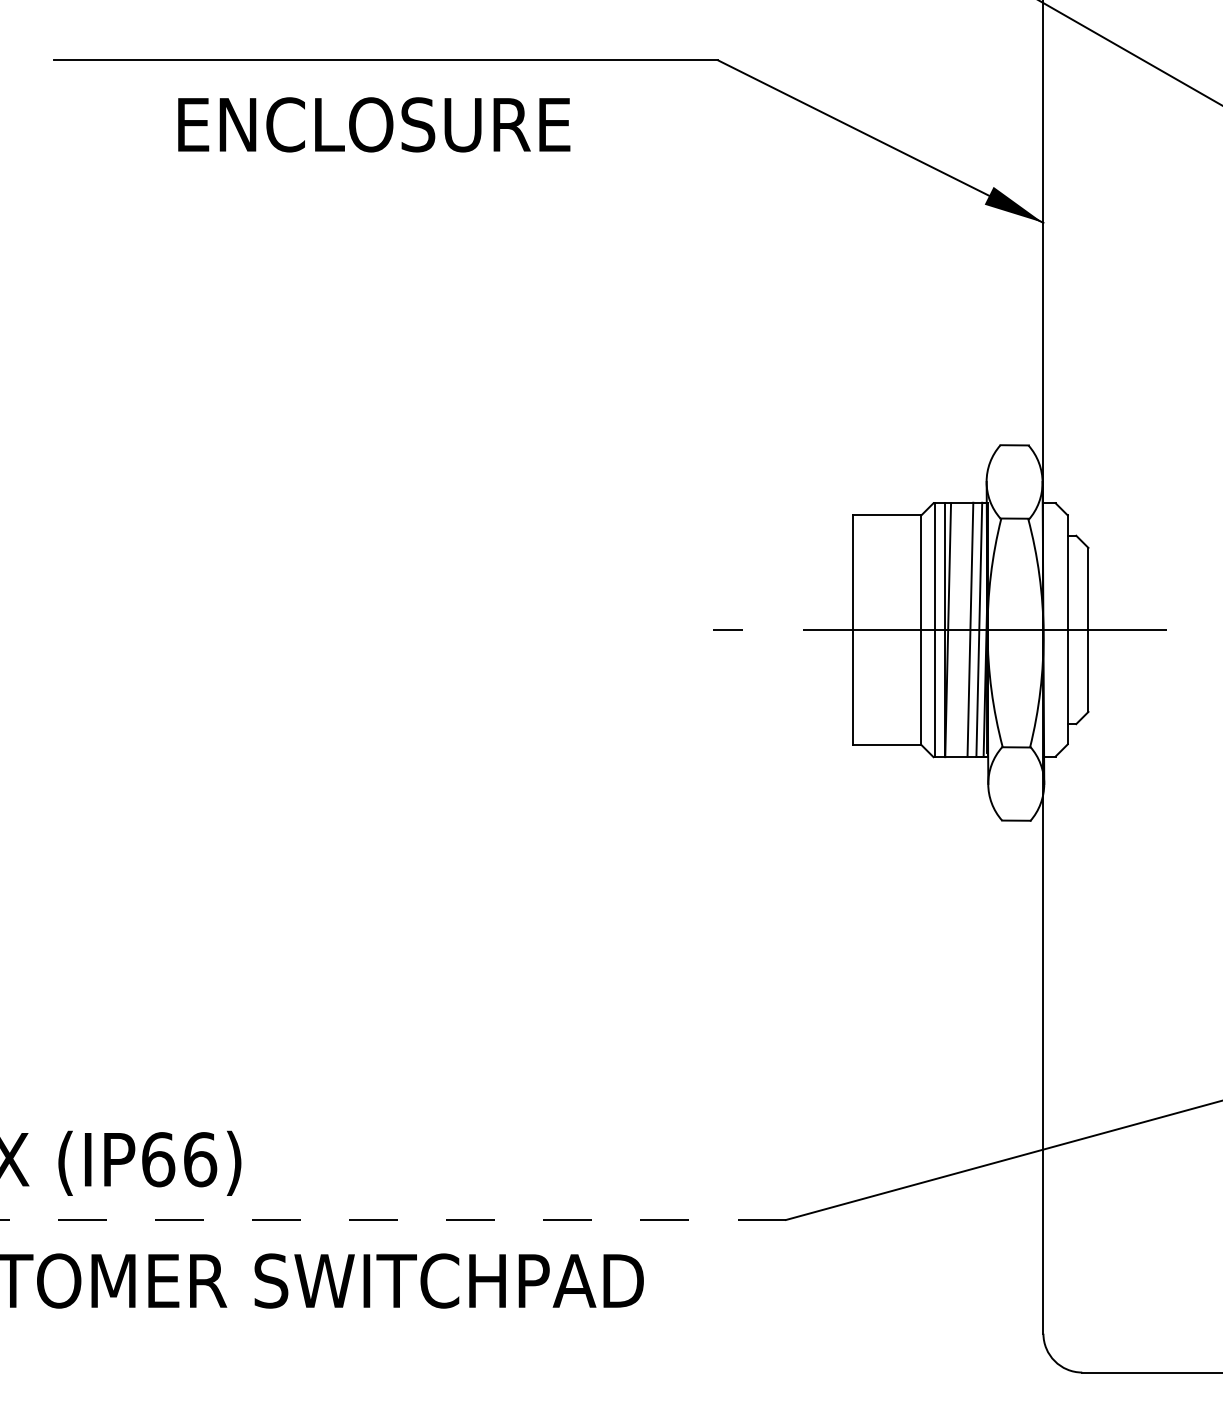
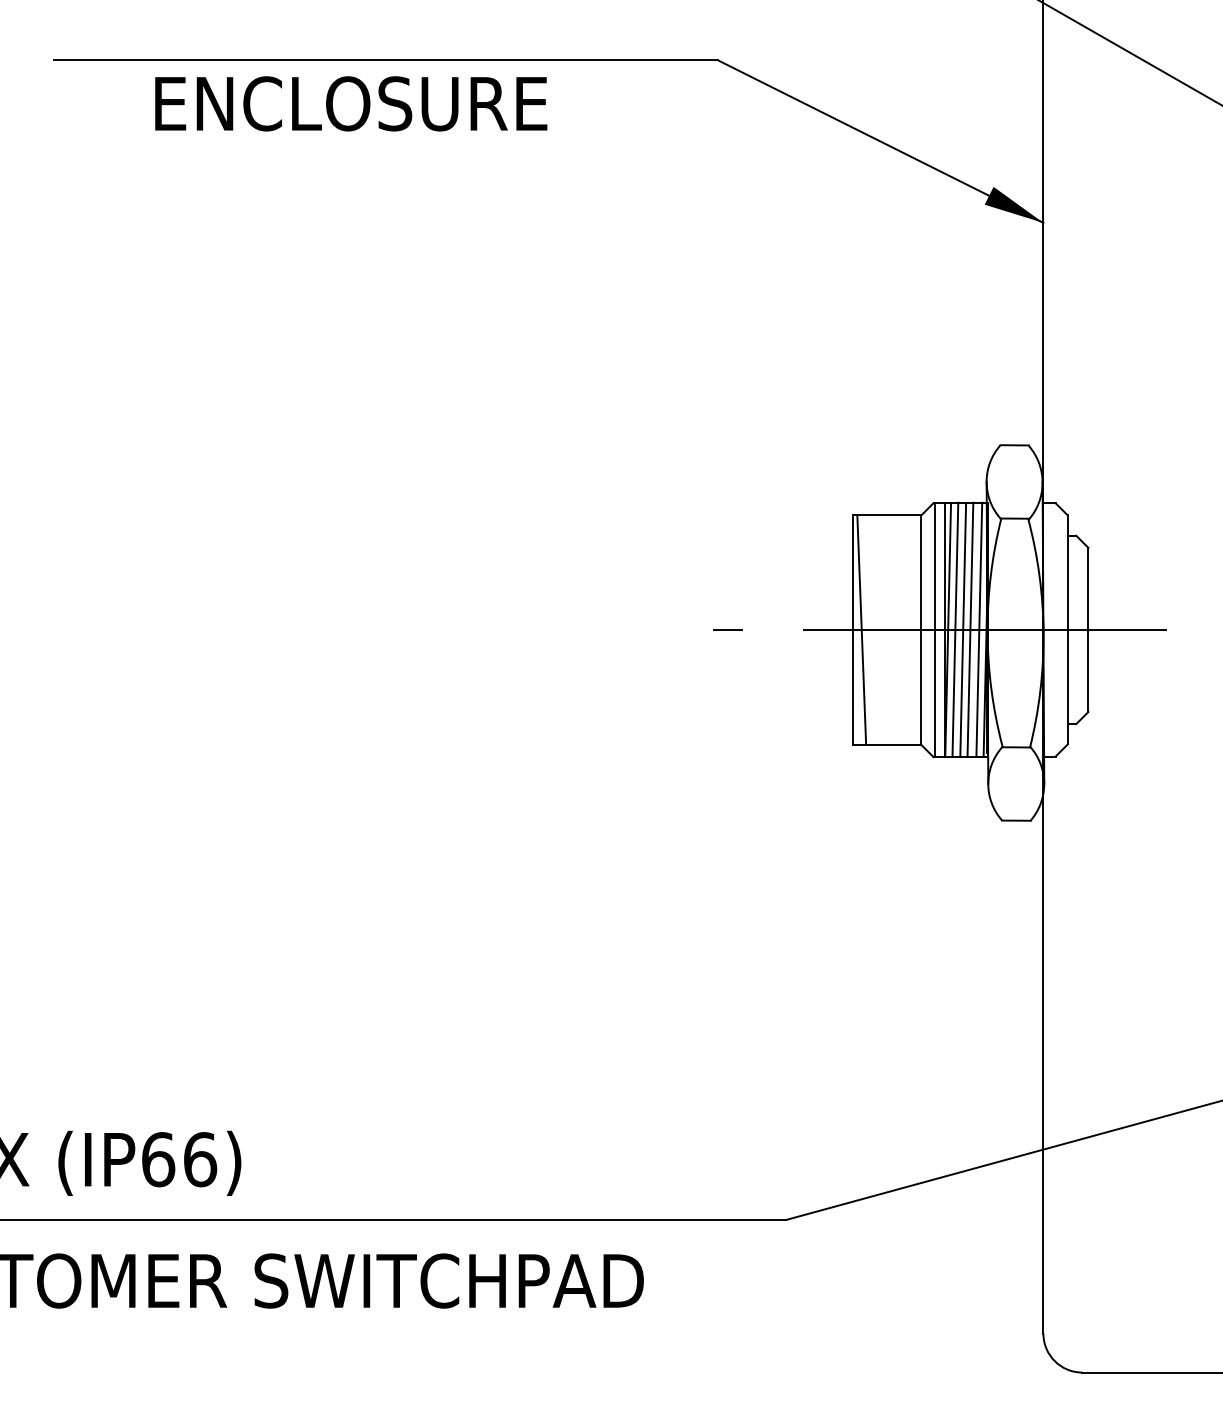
text at (374, 124) position: (374, 124) -> (351, 103)
line at (861, 629): none -> present
line at (955, 629): none -> present
line at (963, 630): none -> present
line at (393, 1219): dashed -> solid
